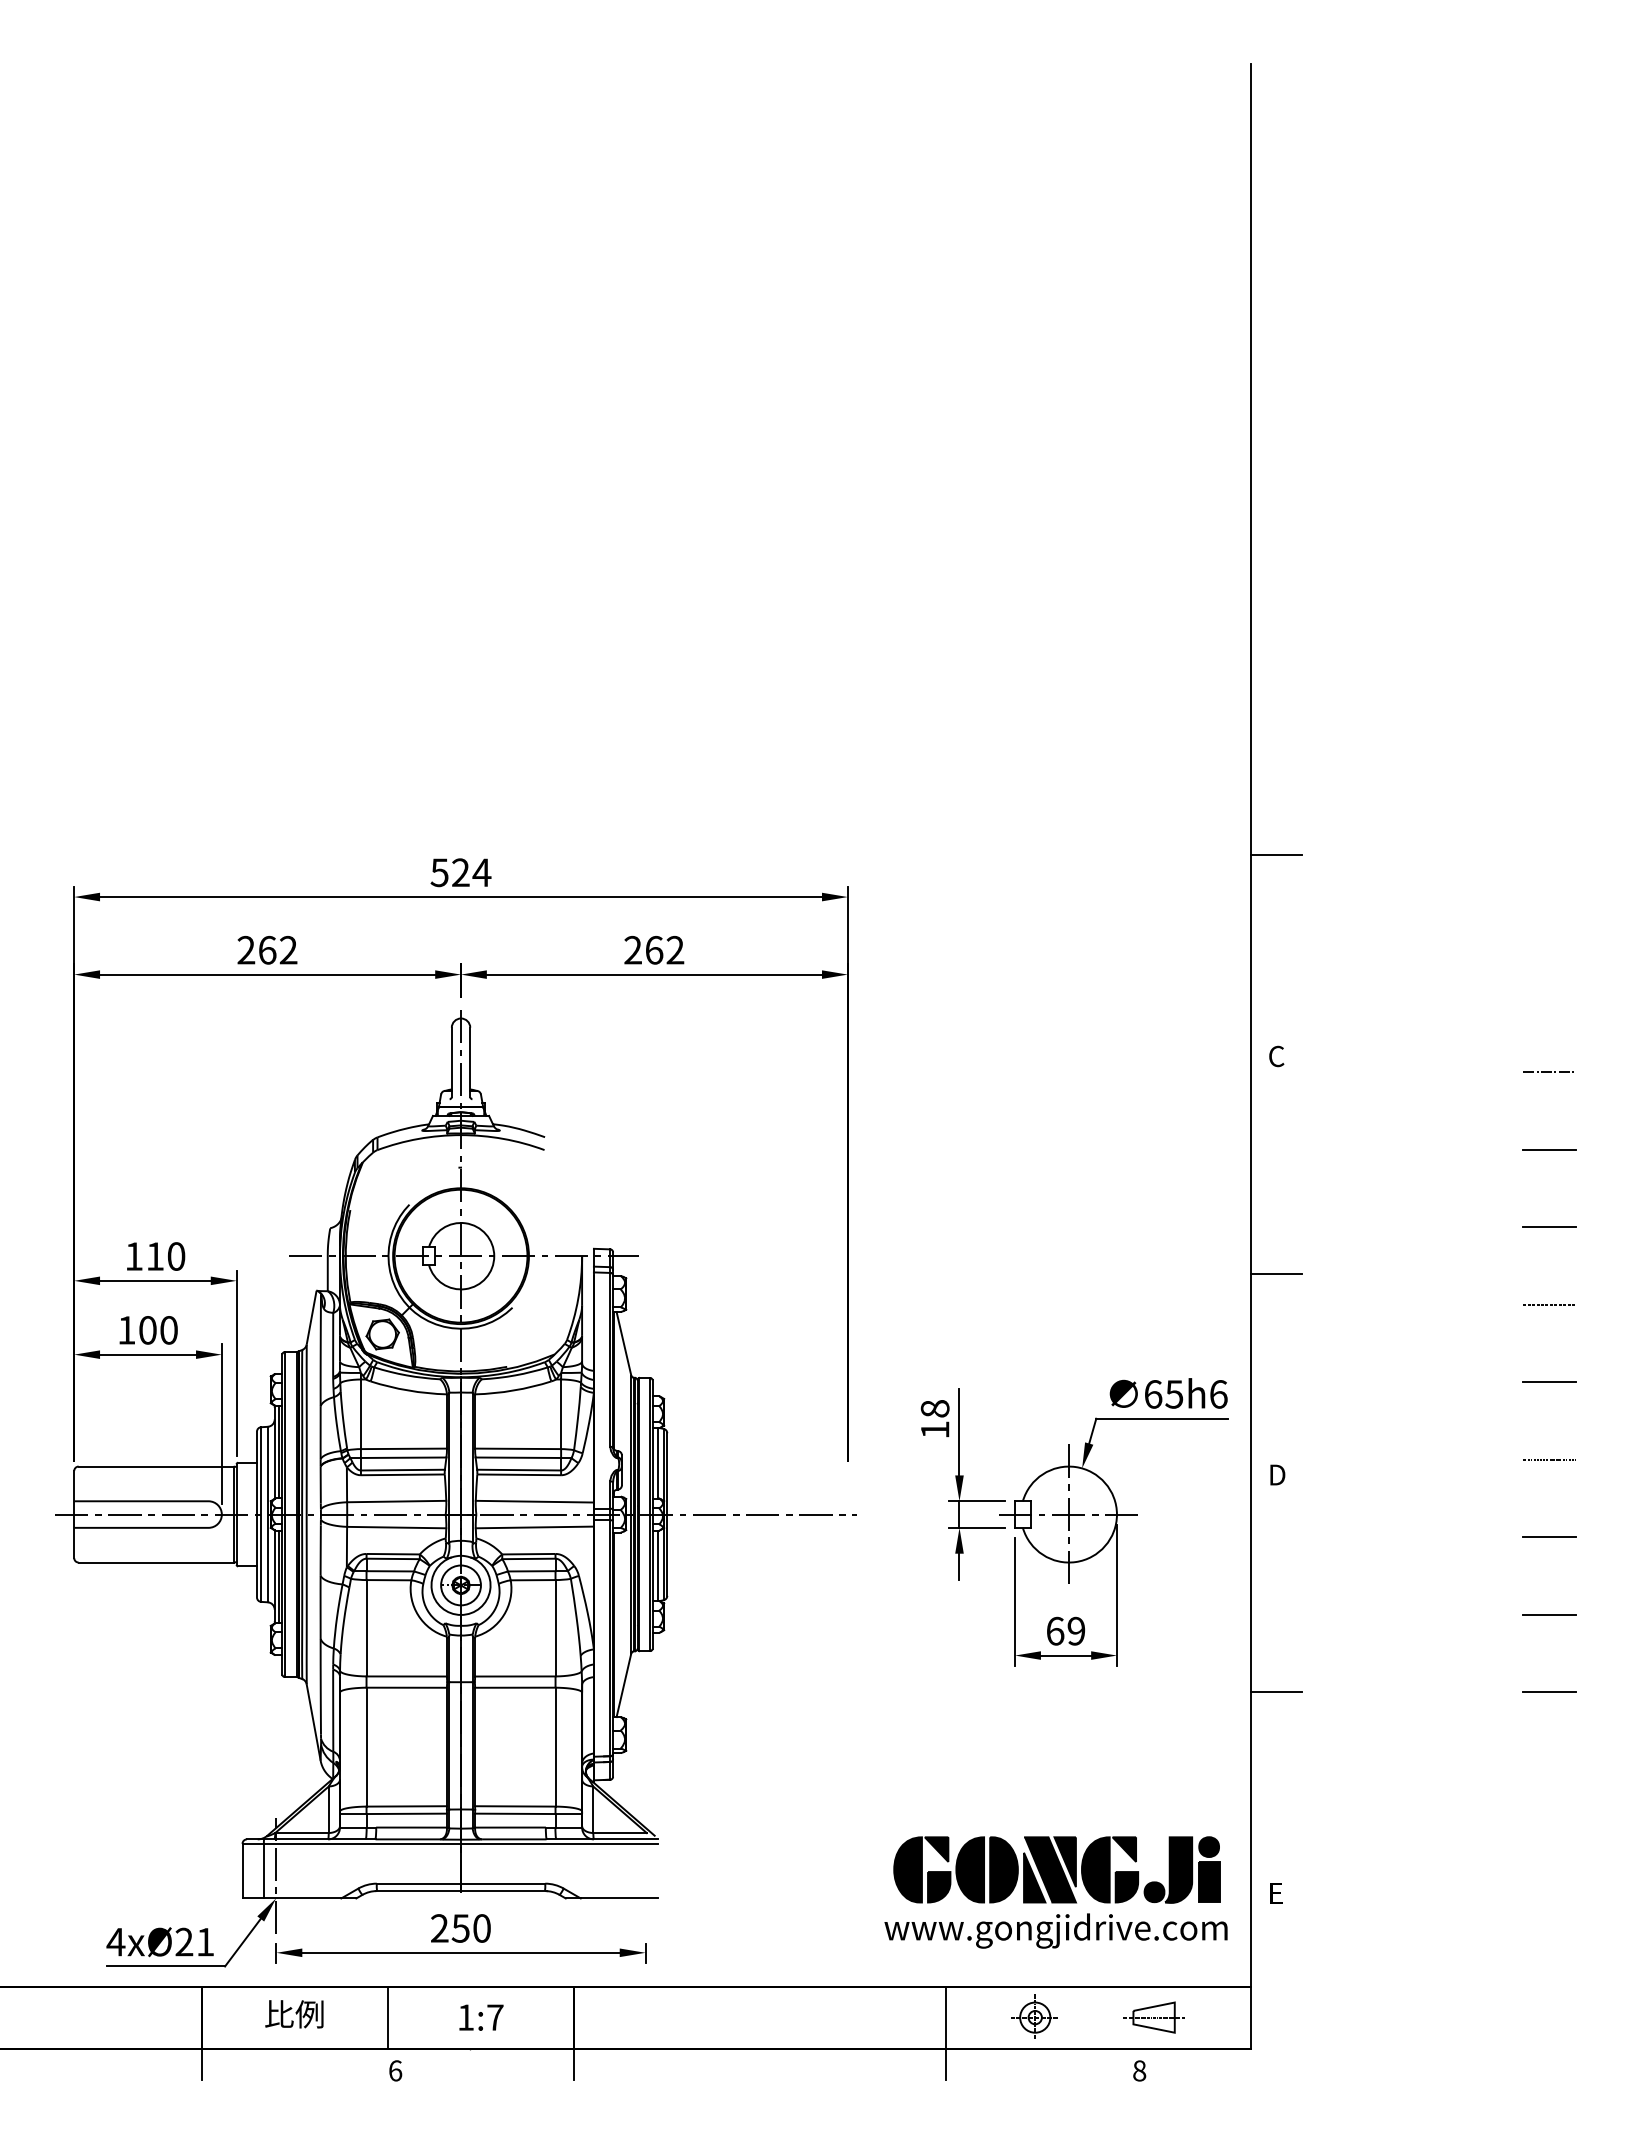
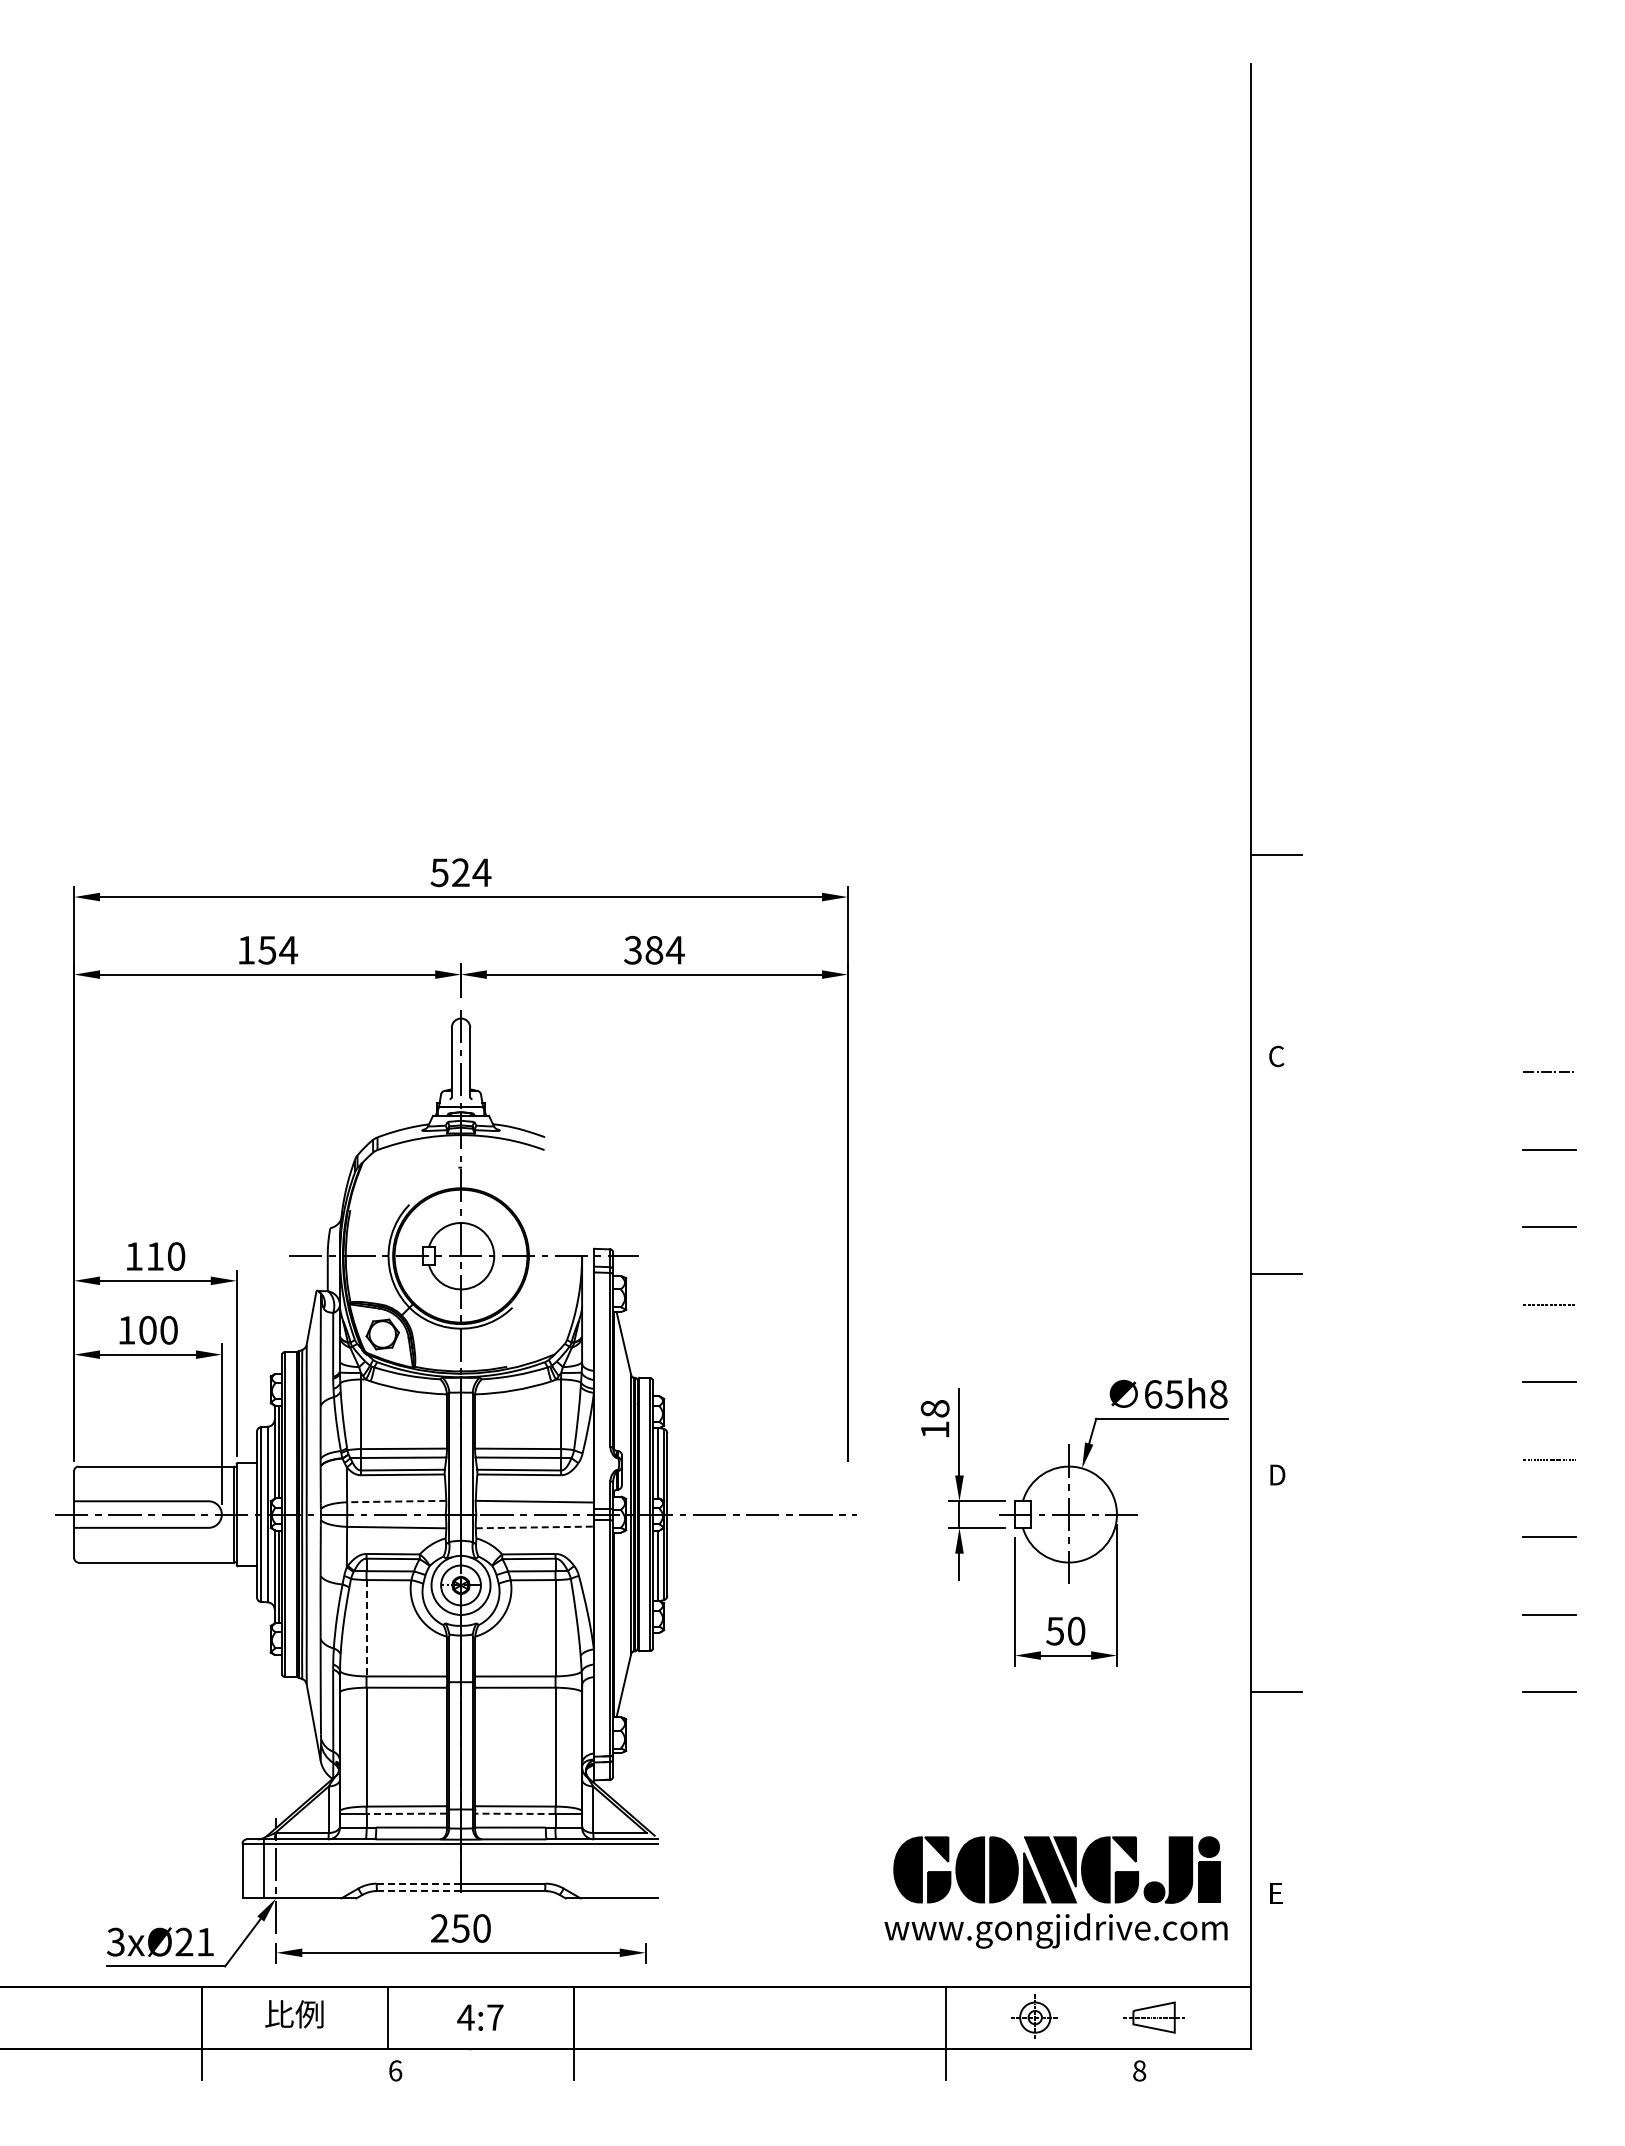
text at (267, 949): 262 -> 154
text at (654, 949): 262 -> 384
text at (1218, 1394): 65h6 -> 65h8
line at (396, 1501): solid -> dashed
line at (535, 1527): solid -> dashed
line at (366, 1628): solid -> dashed
text at (1065, 1630): 69 -> 50
line at (406, 1813): solid -> dashed
line at (514, 1813): solid -> dashed
line at (419, 1883): solid -> dashed
line at (419, 1891): solid -> dashed
text at (115, 1941): 4xØ21 -> 3xØ21
text at (465, 2017): 1:7 -> 4:7
